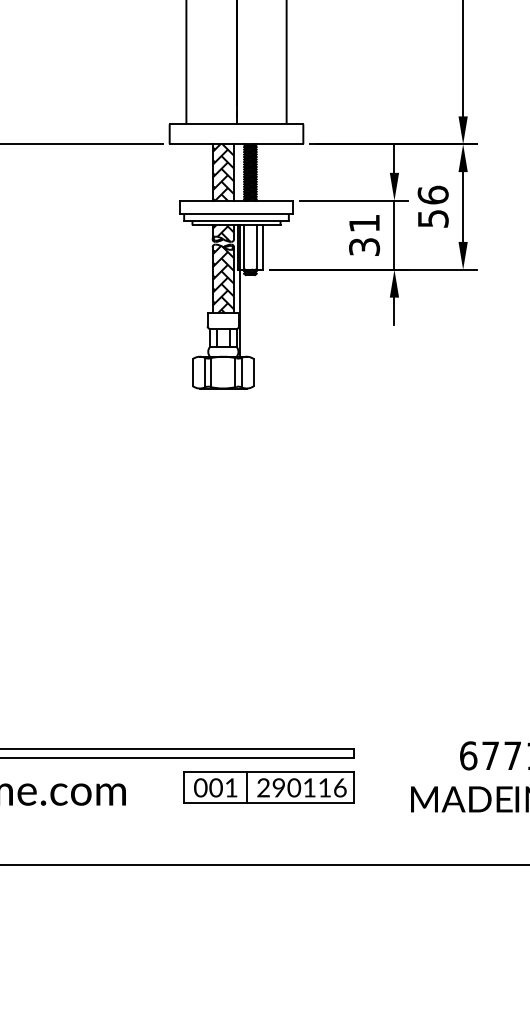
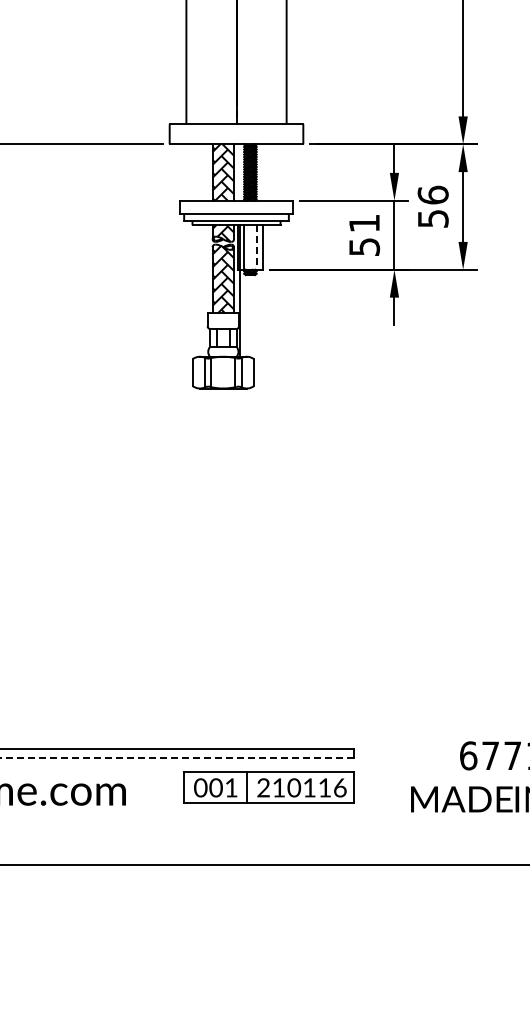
text at (364, 246): 31 -> 51
line at (256, 248): solid -> dashed
line at (177, 758): solid -> dashed
text at (278, 787): 290116 -> 210116
